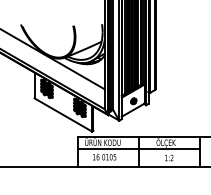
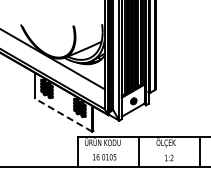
line at (62, 114): solid -> dashed
line at (138, 149): present -> none
